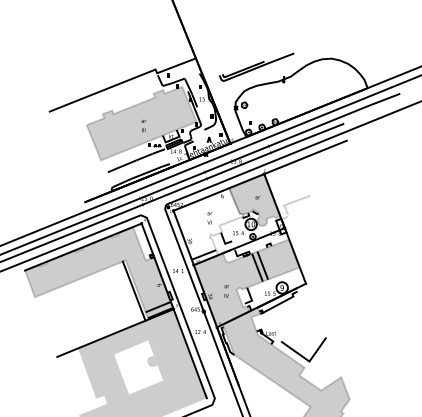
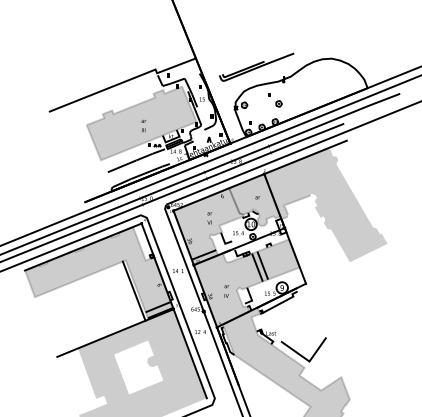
part at (275, 100): none -> present
fill at (325, 205): none -> present
fill at (208, 226): none -> present
